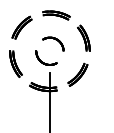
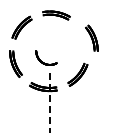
part at (83, 37) position: (83, 37) -> (91, 37)
part at (53, 43): present -> none
line at (49, 103): solid -> dashed
